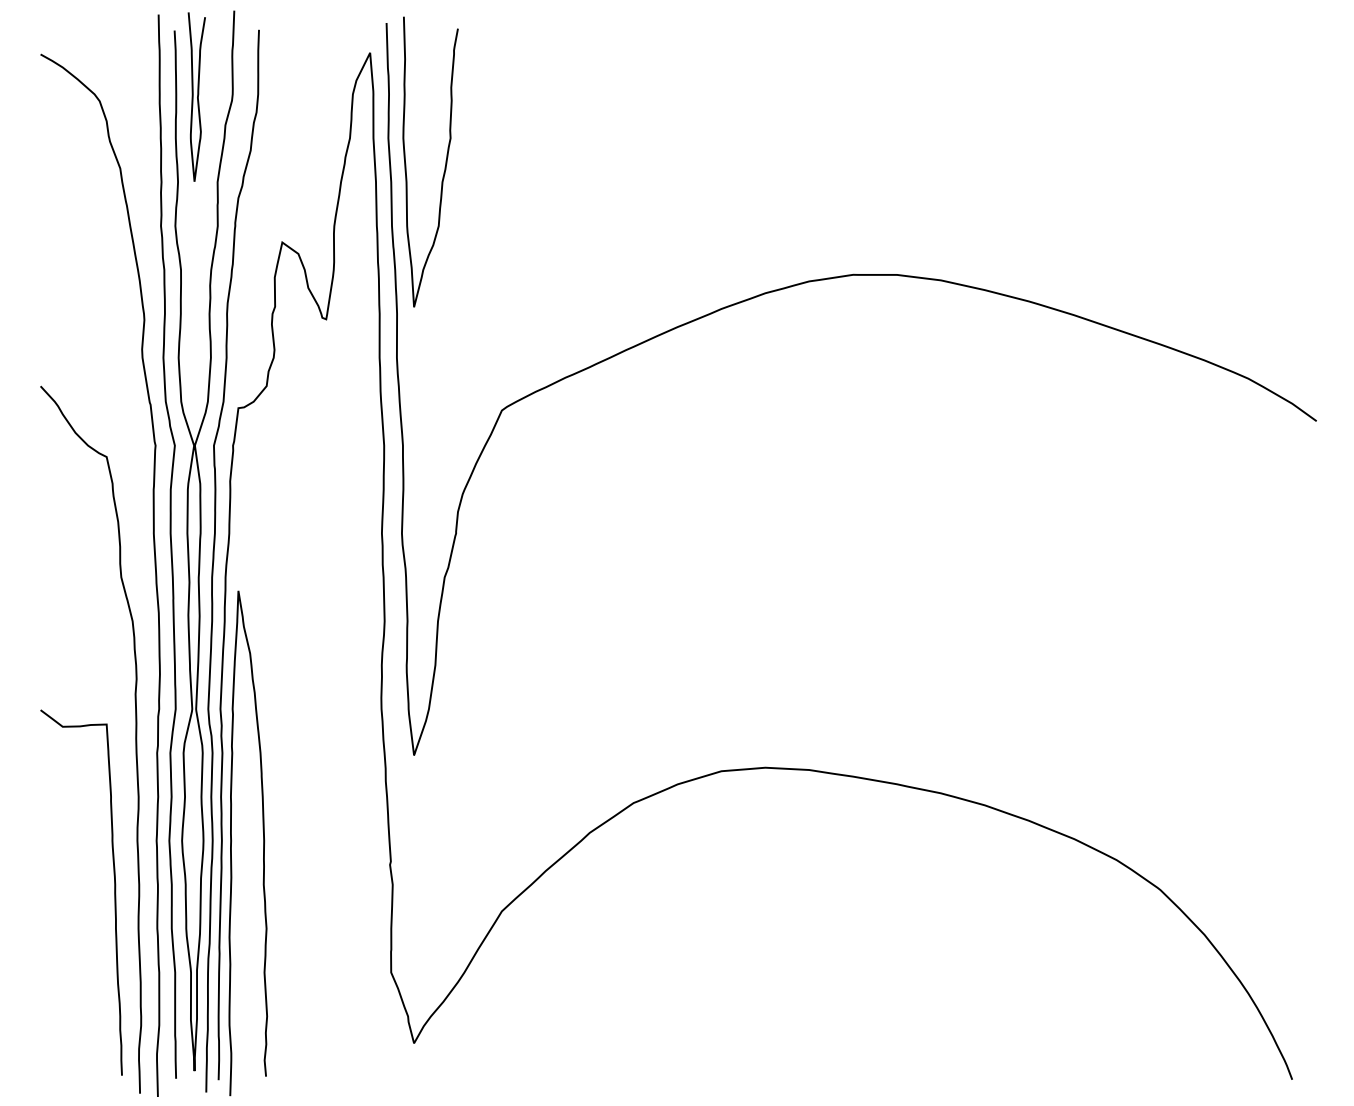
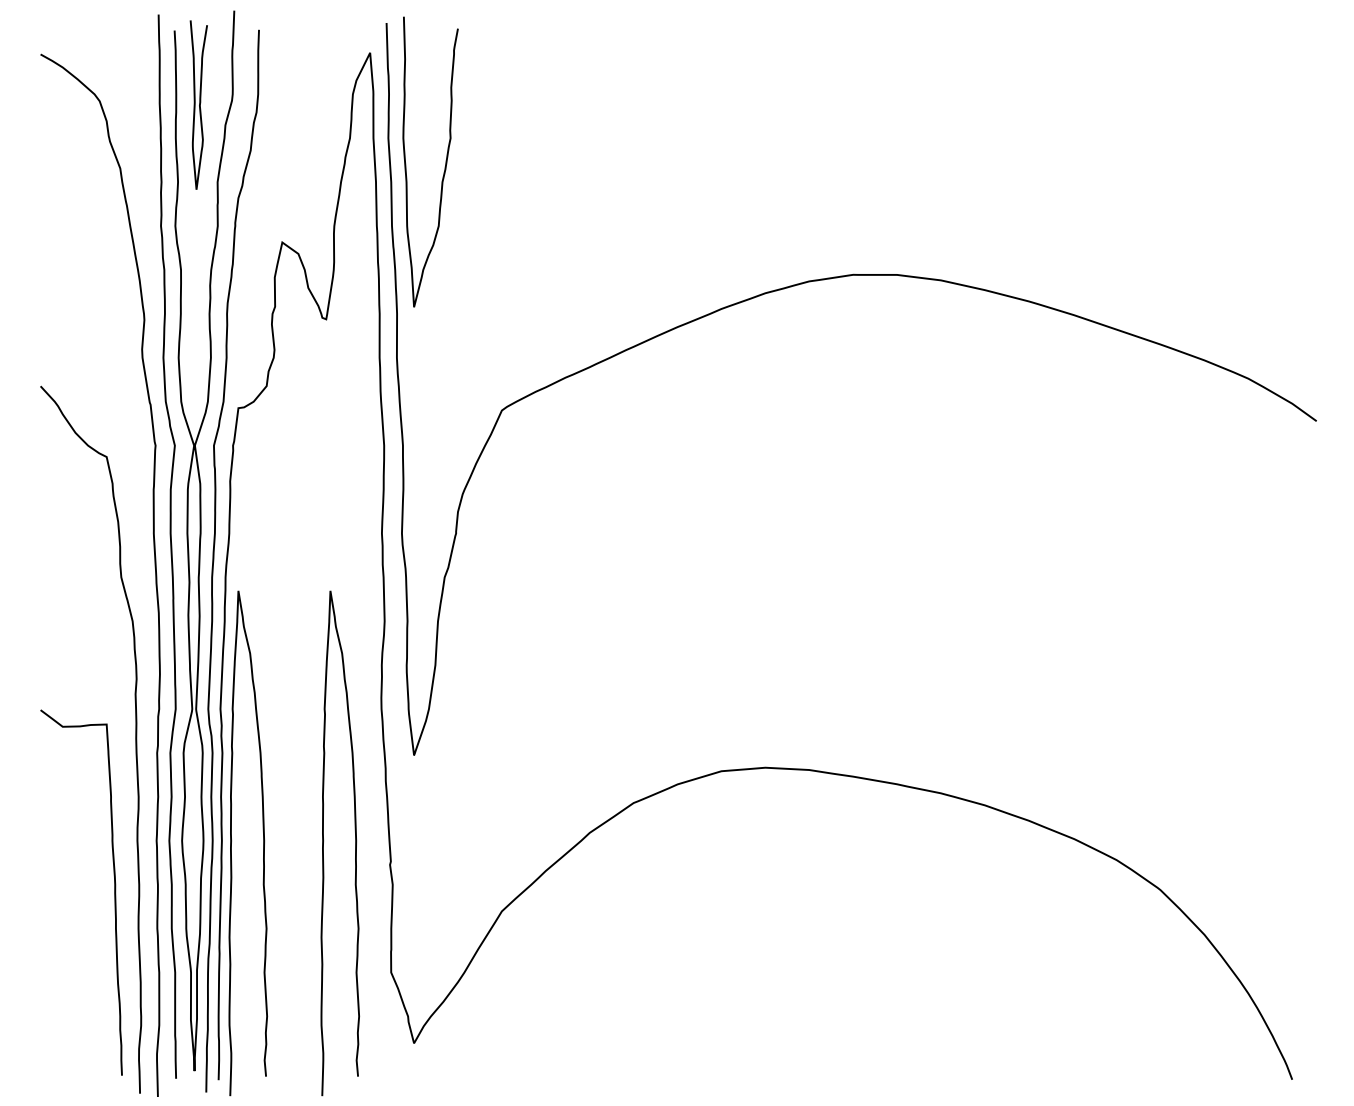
curve at (197, 96) position: (197, 96) -> (199, 104)
curve at (323, 843): none -> present
